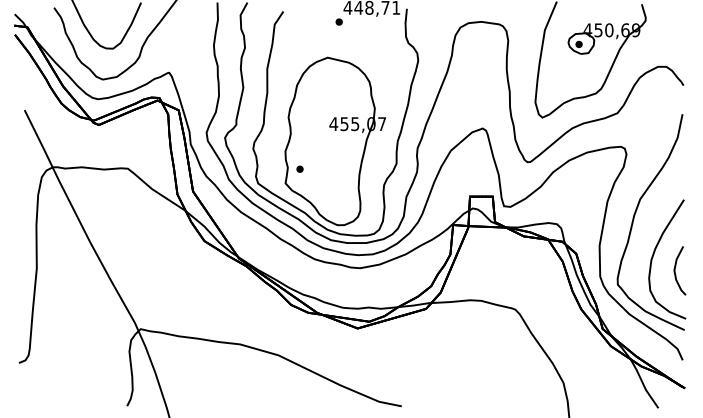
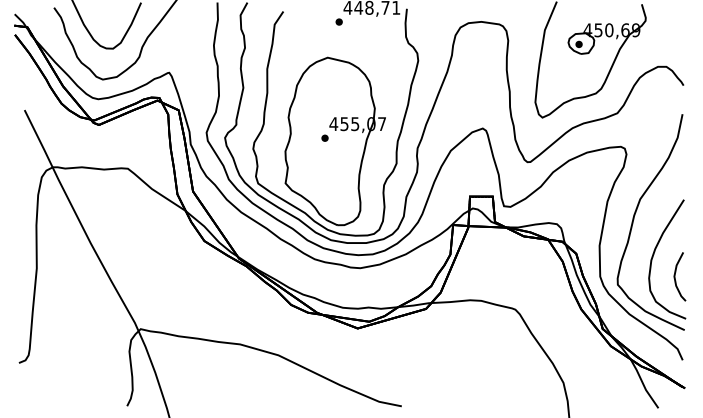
part at (299, 168) position: (299, 168) -> (324, 137)
curve at (675, 270) position: (675, 270) -> (675, 276)
